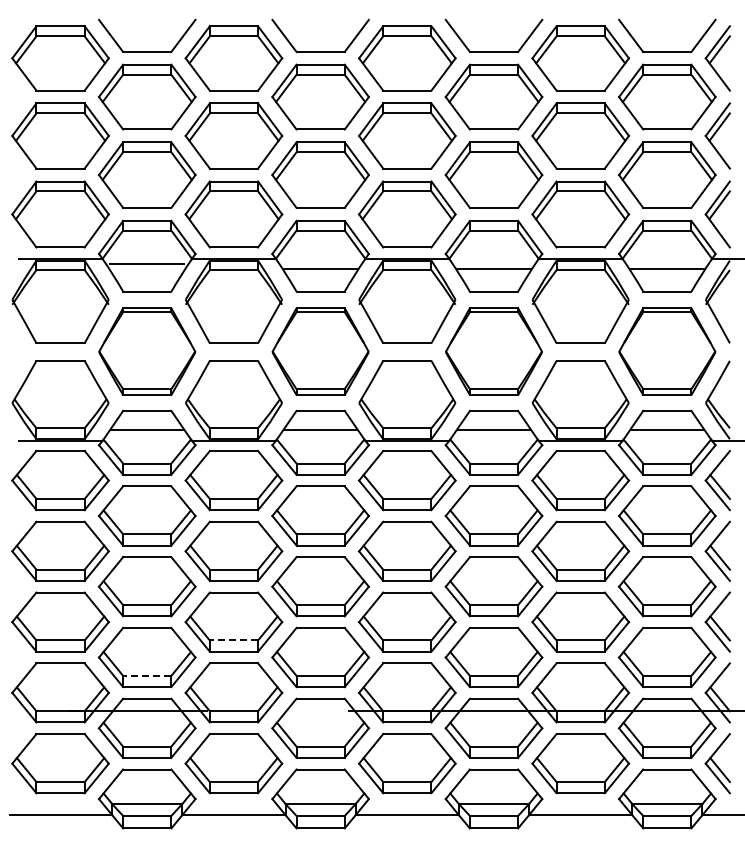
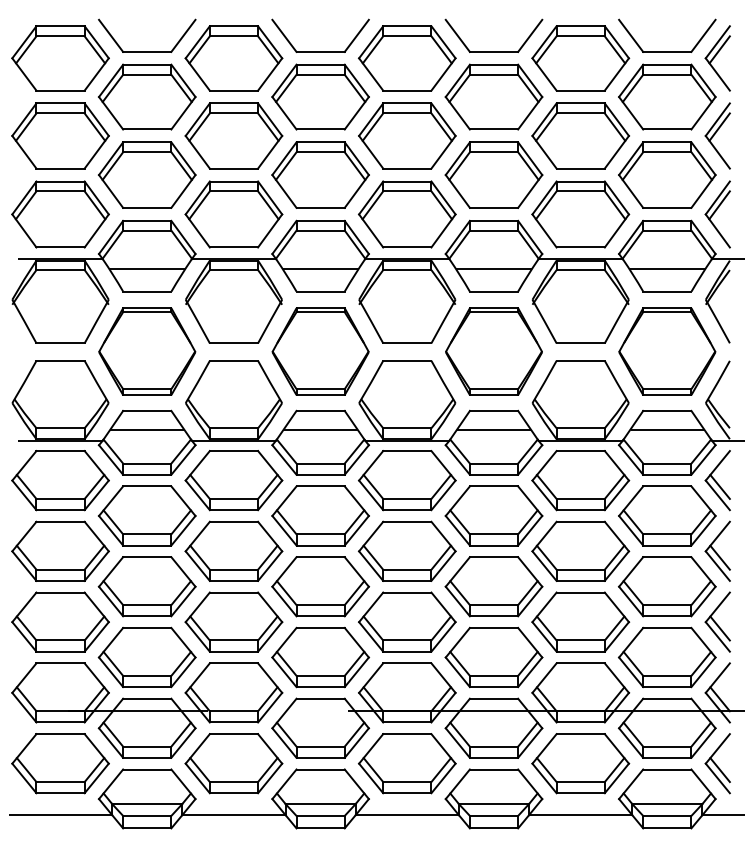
line at (147, 263) position: (147, 263) -> (147, 268)
line at (233, 640): dashed -> solid
line at (146, 675): dashed -> solid
